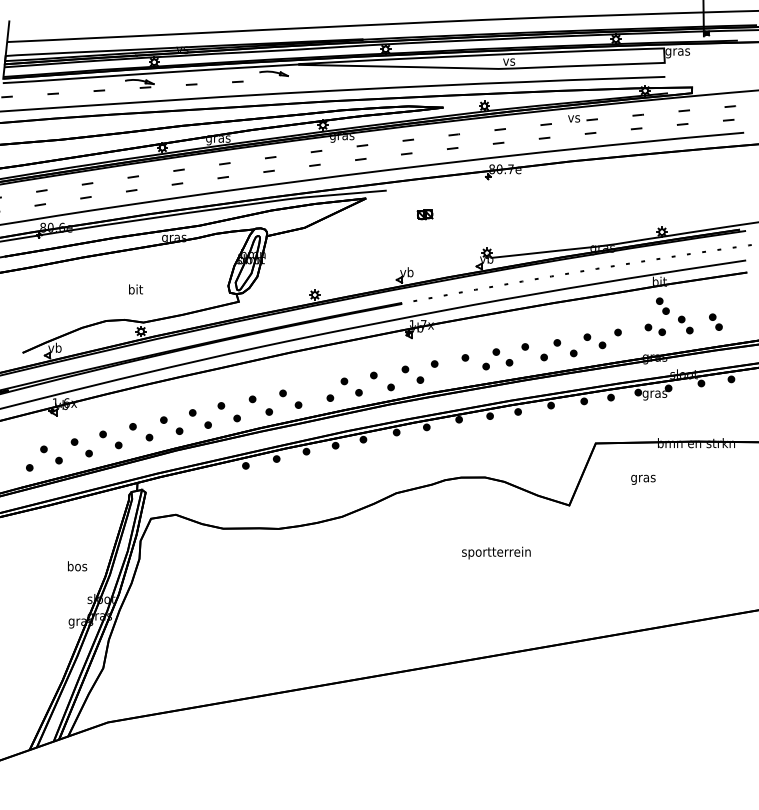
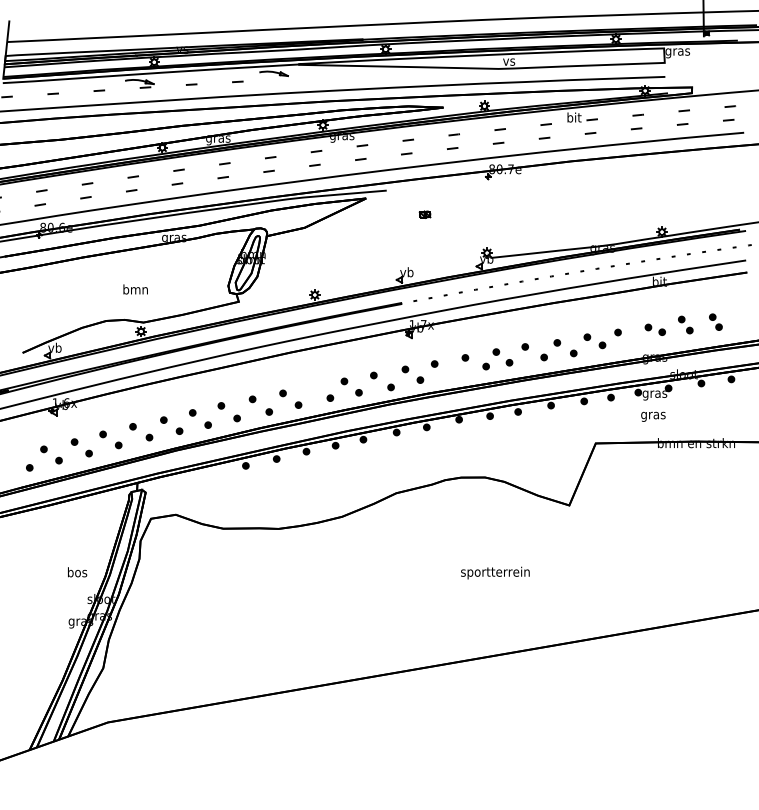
text at (574, 117): vs -> bit
part at (424, 214) size: 18x12 px -> 14x9 px
text at (135, 289): bit -> bmn
part at (662, 305): present -> none
text at (643, 479) position: (643, 479) -> (653, 416)
text at (496, 552) position: (496, 552) -> (495, 572)
text at (77, 566) position: (77, 566) -> (77, 572)
